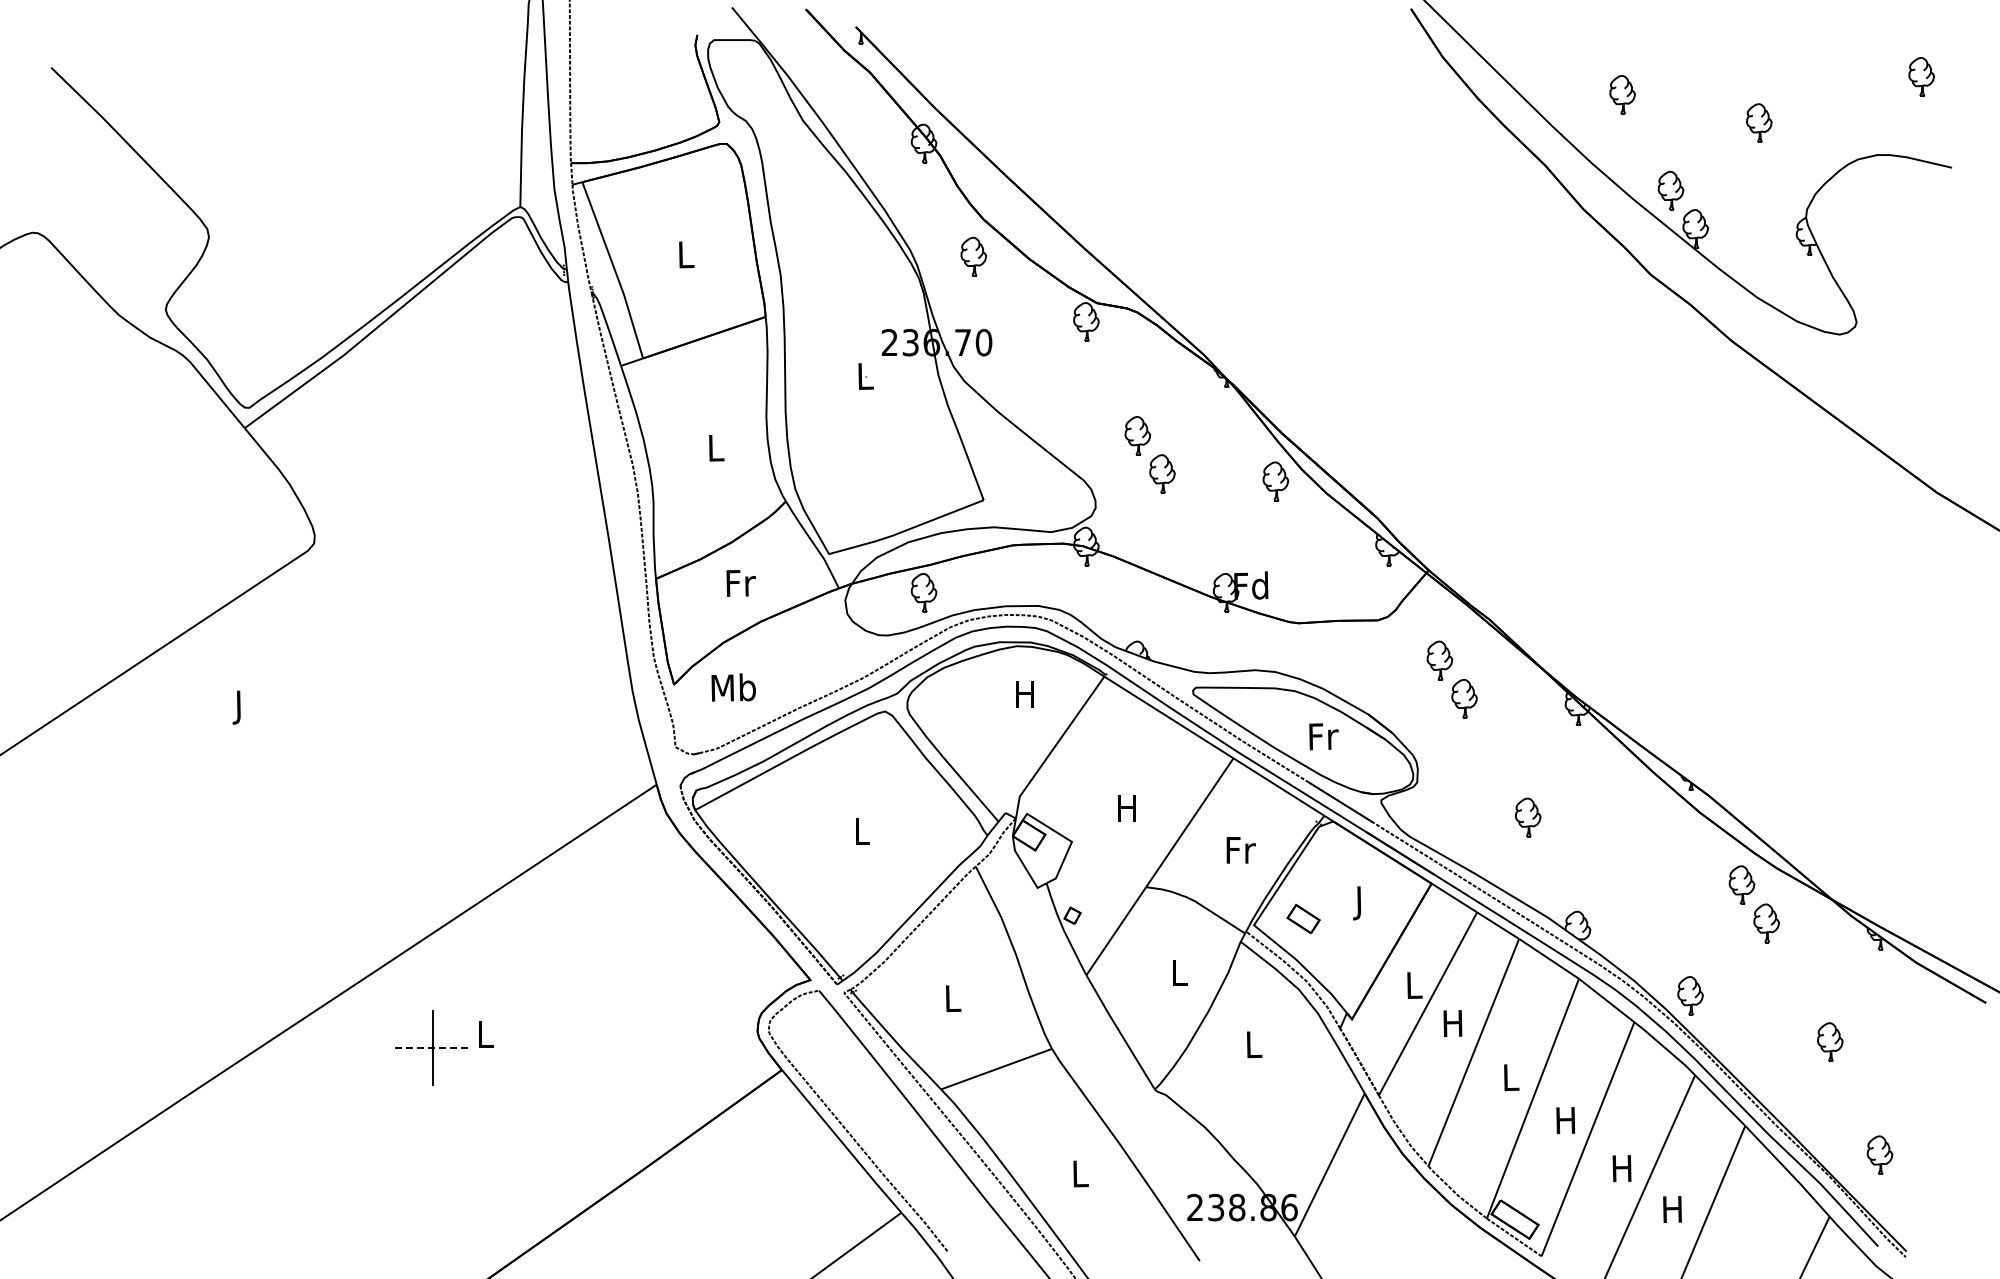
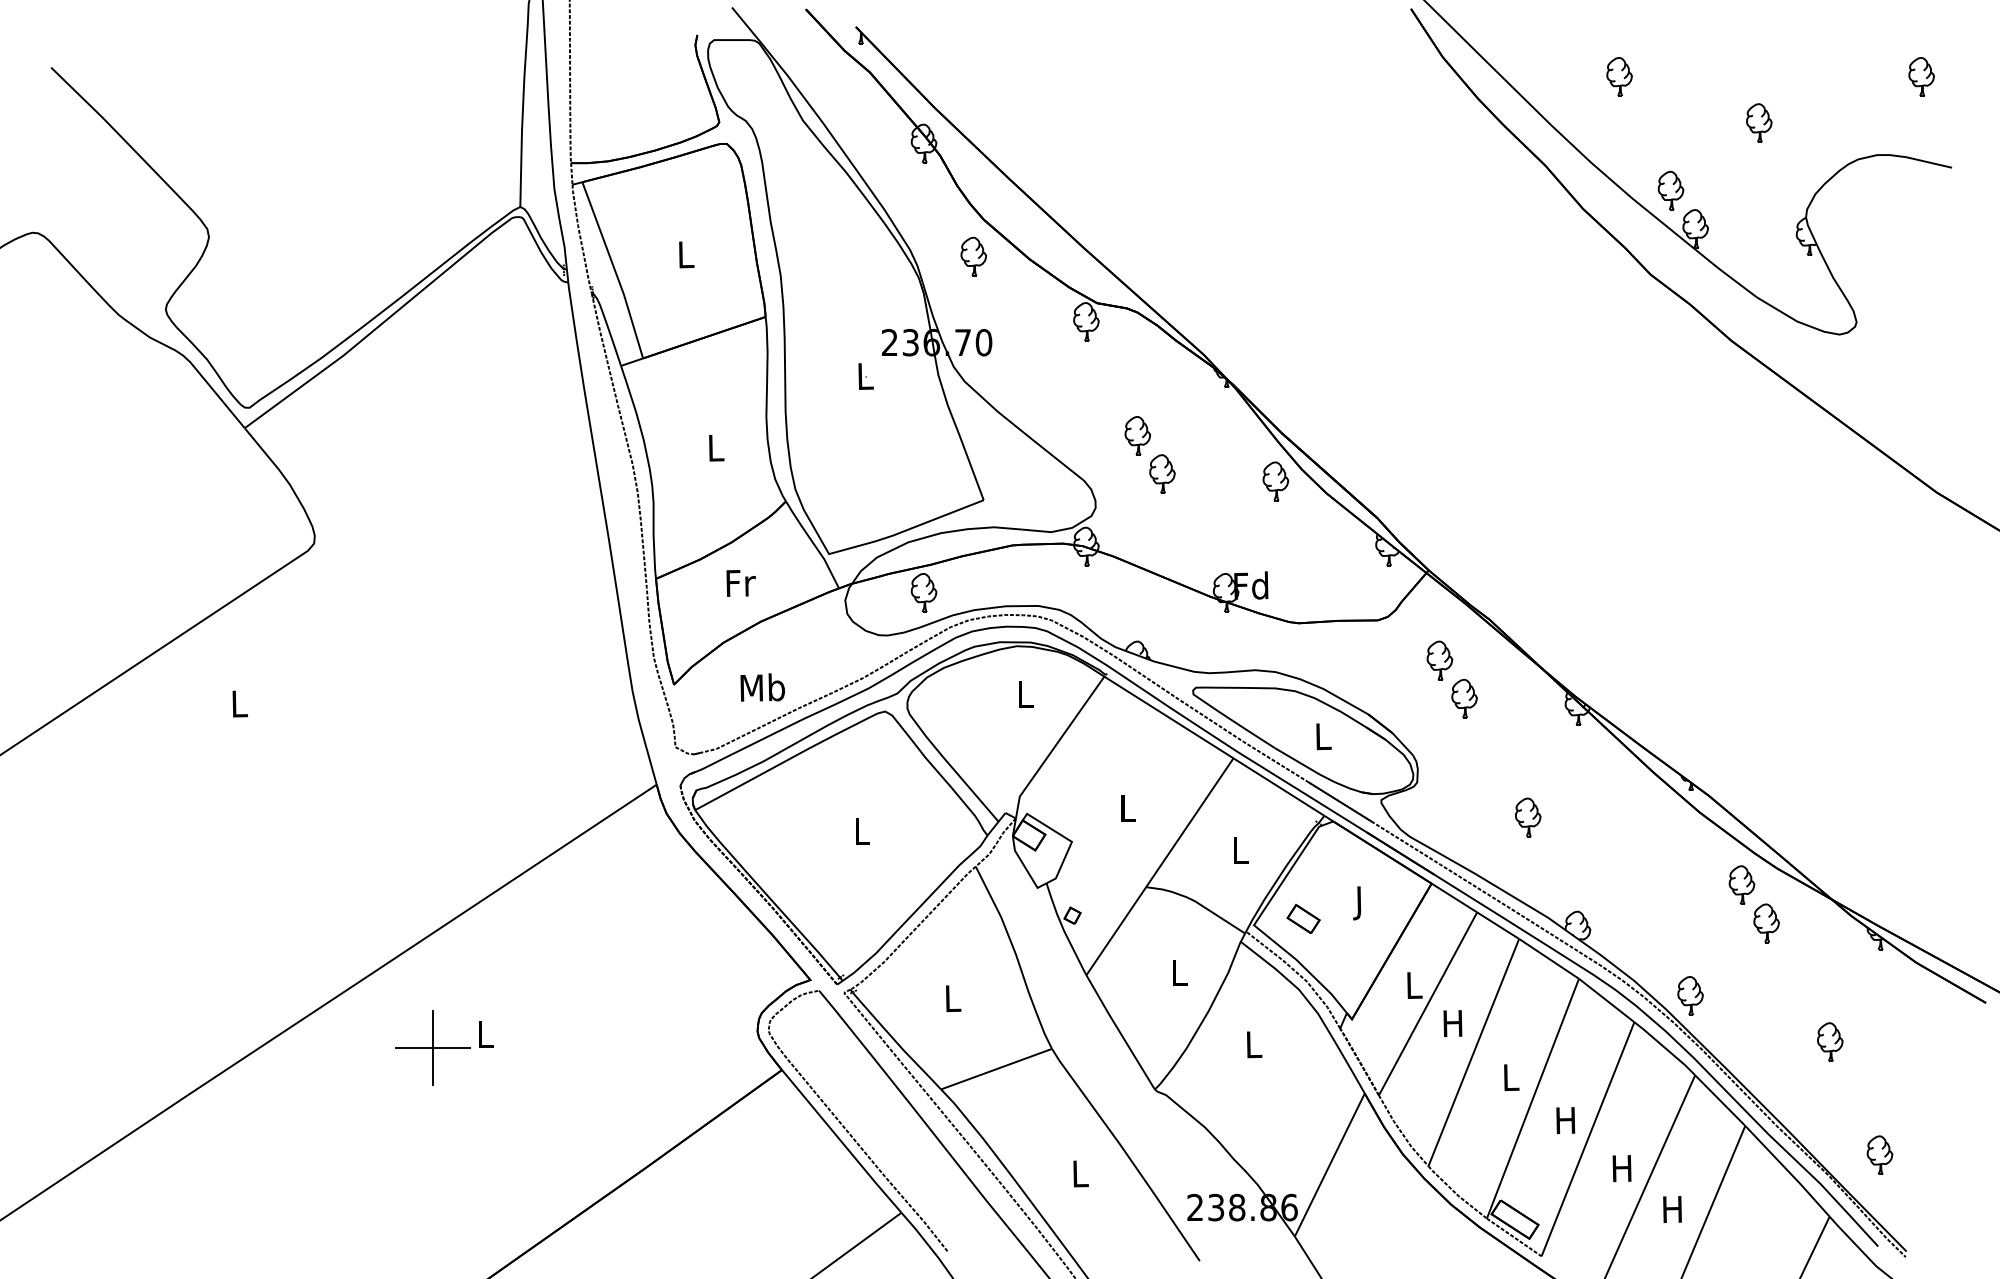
part at (1622, 94) position: (1622, 94) -> (1619, 76)
text at (733, 687) position: (733, 687) -> (762, 687)
text at (1024, 694): H -> L
text at (239, 707): J -> L
text at (1323, 736): Fr -> L
text at (1126, 808): H -> L
text at (1240, 850): Fr -> L
line at (433, 1047): dashed -> solid
